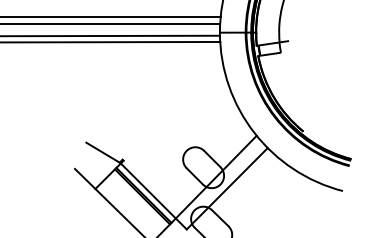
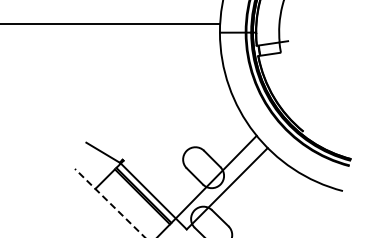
line at (111, 17): present -> none
line at (110, 35): present -> none
line at (111, 41): present -> none
line at (109, 203): solid -> dashed
